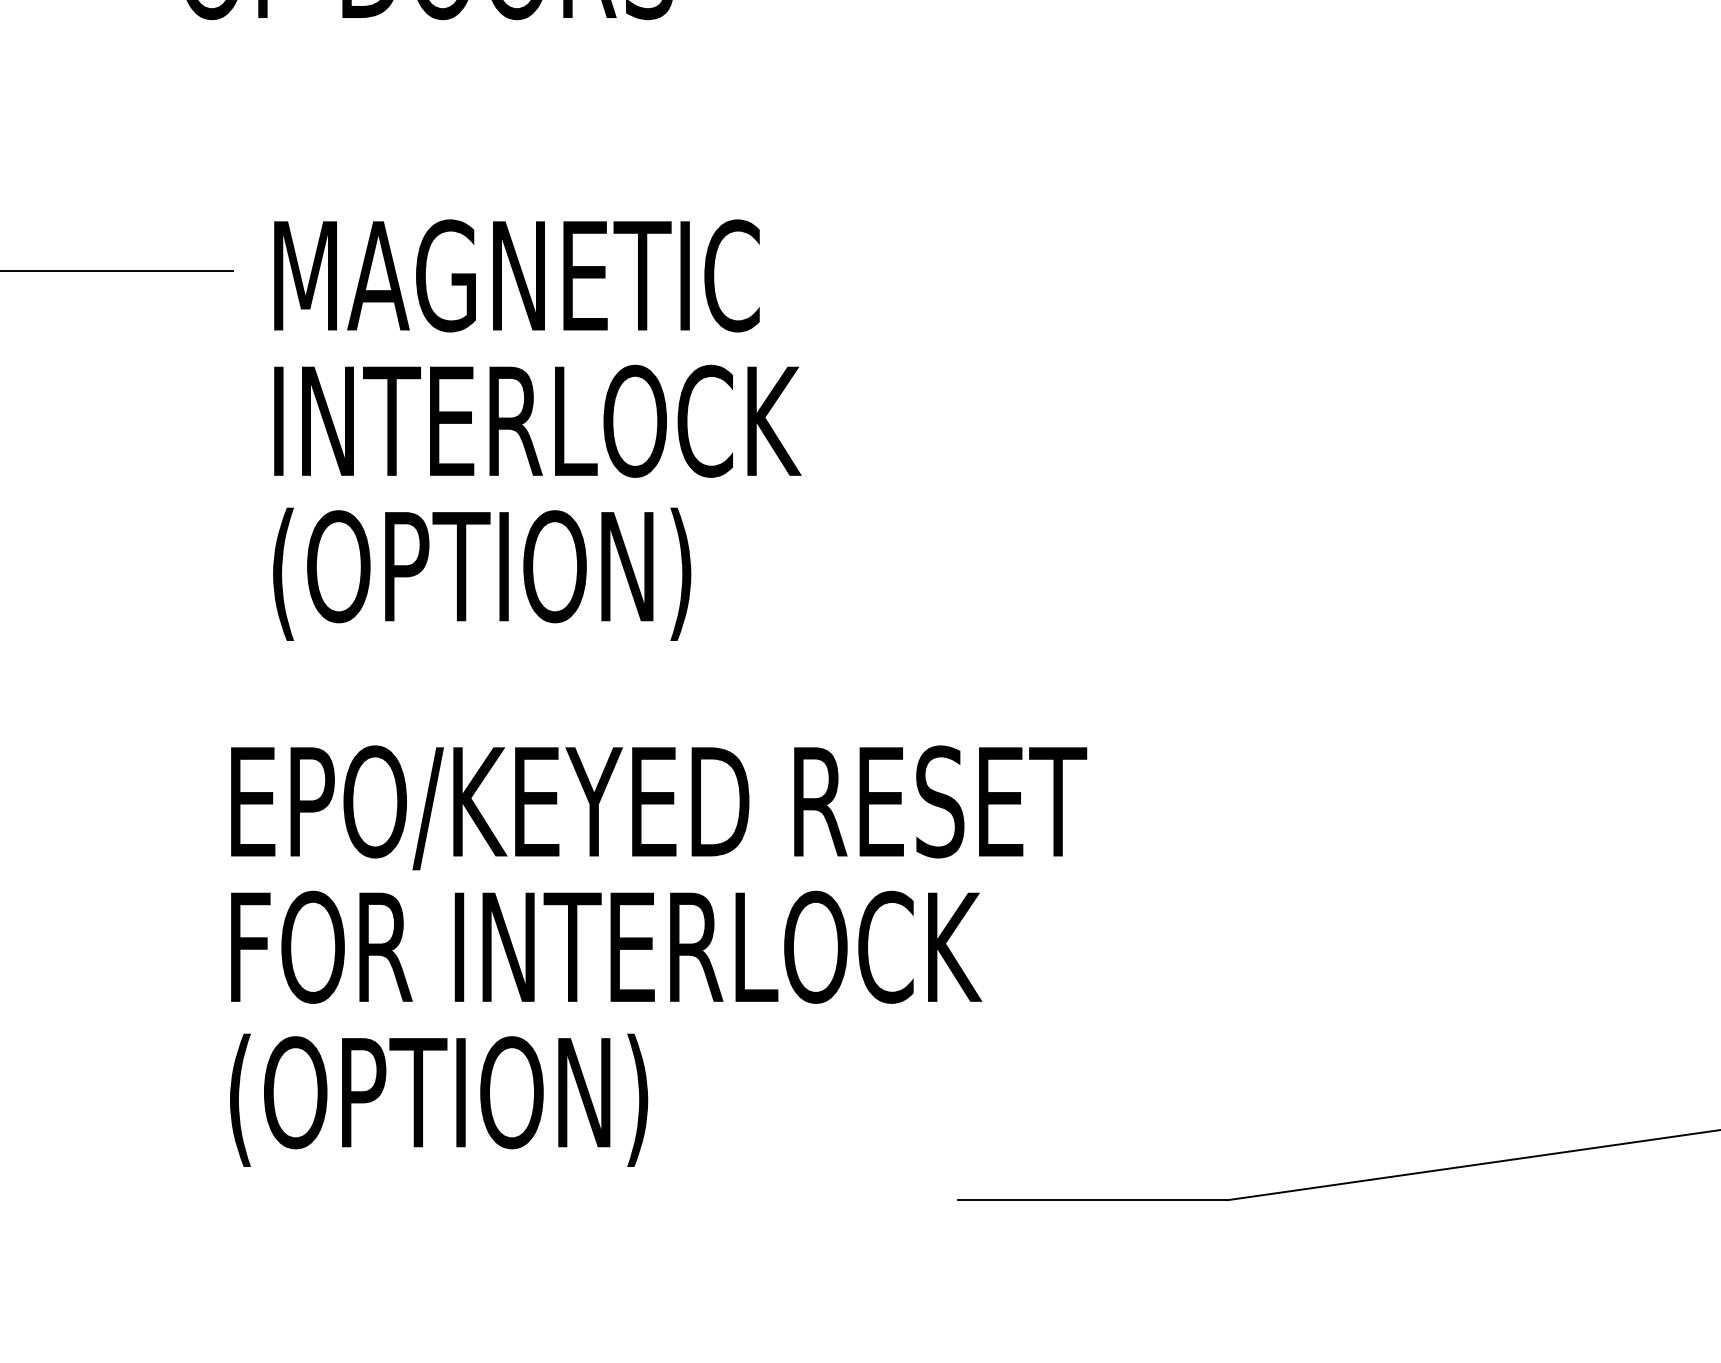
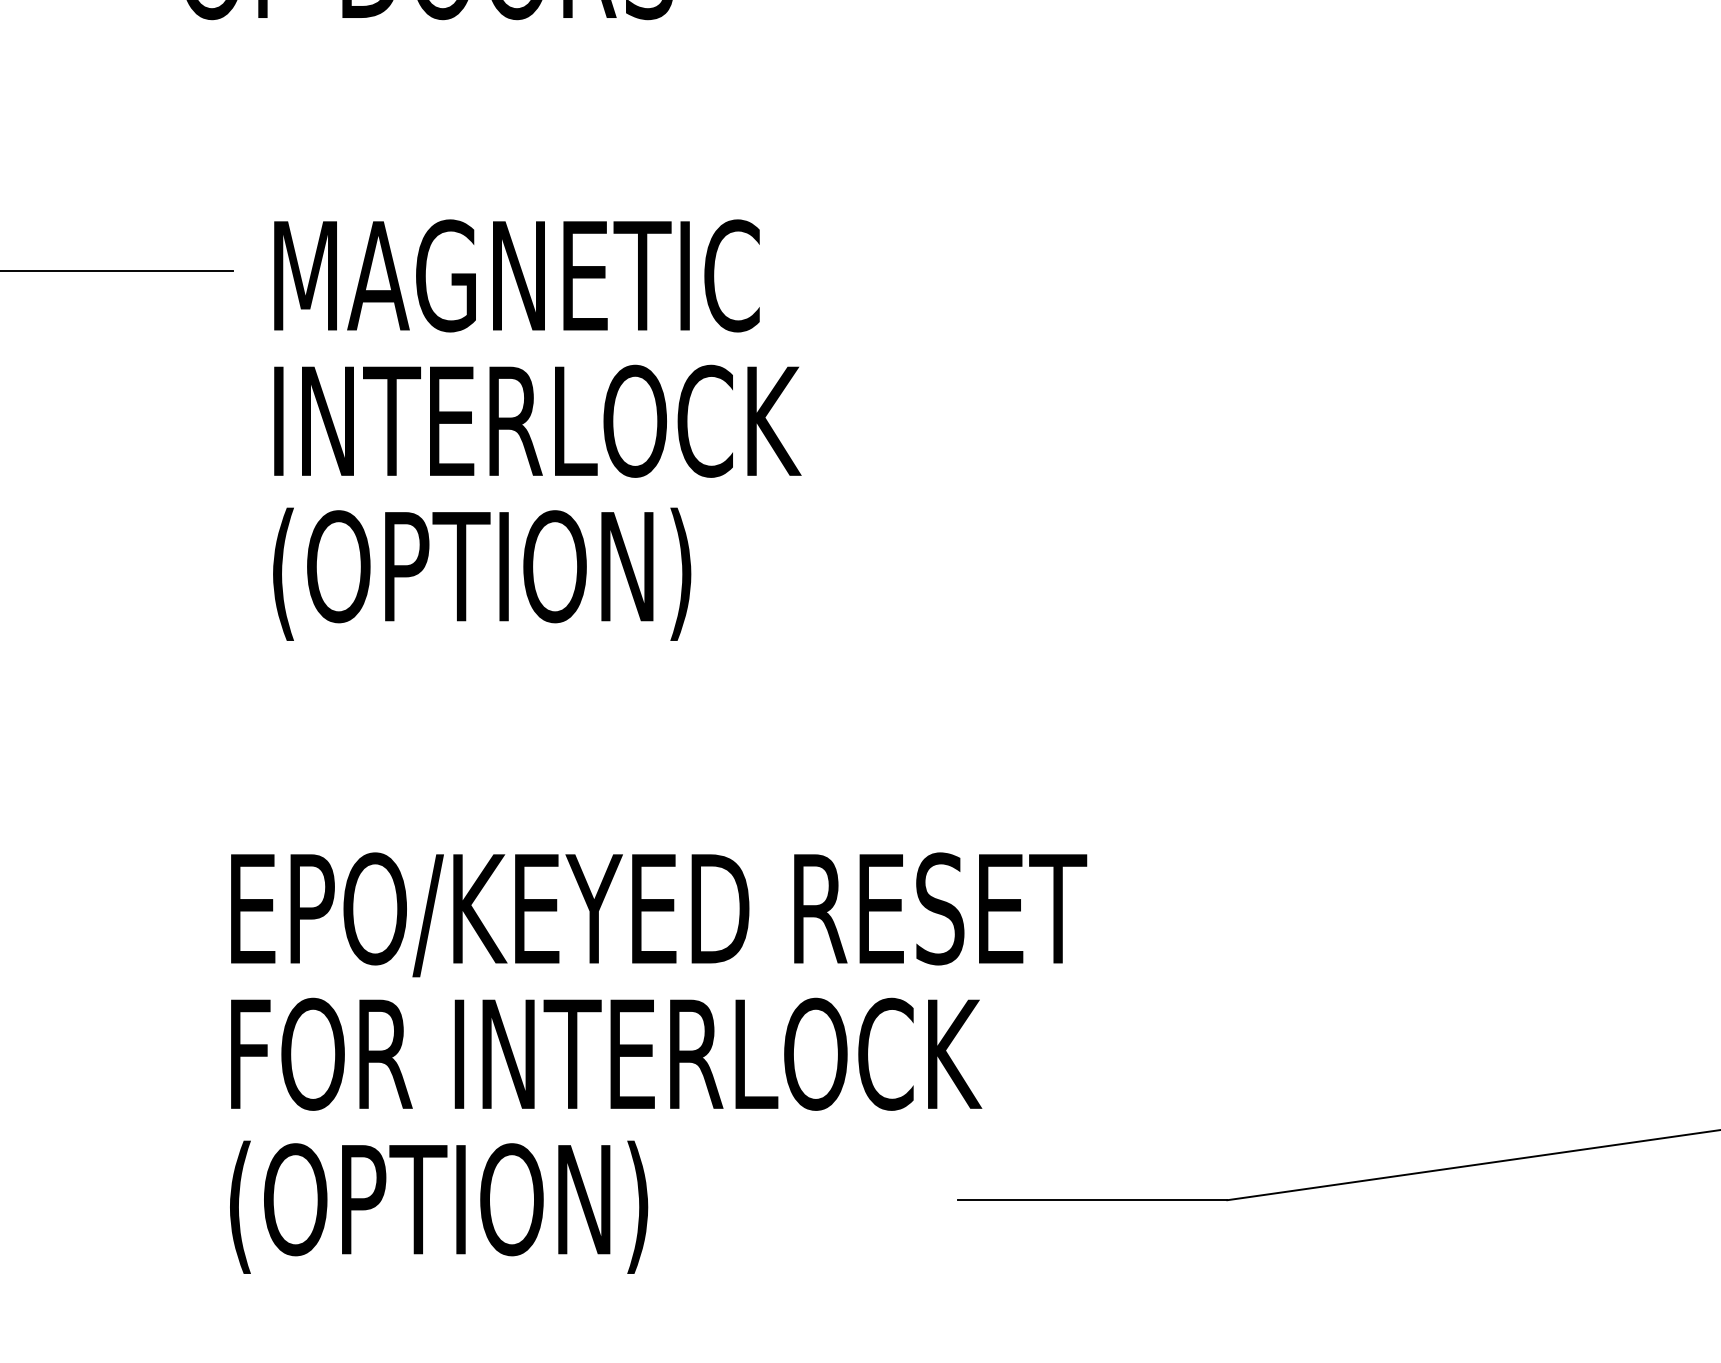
text at (658, 955) position: (658, 955) -> (658, 1062)
